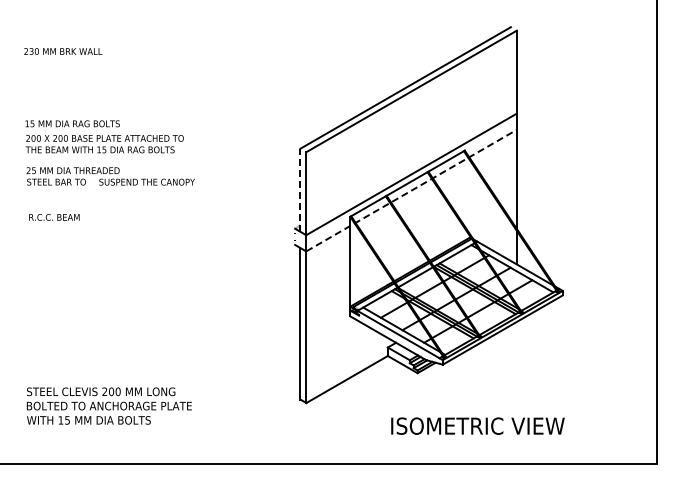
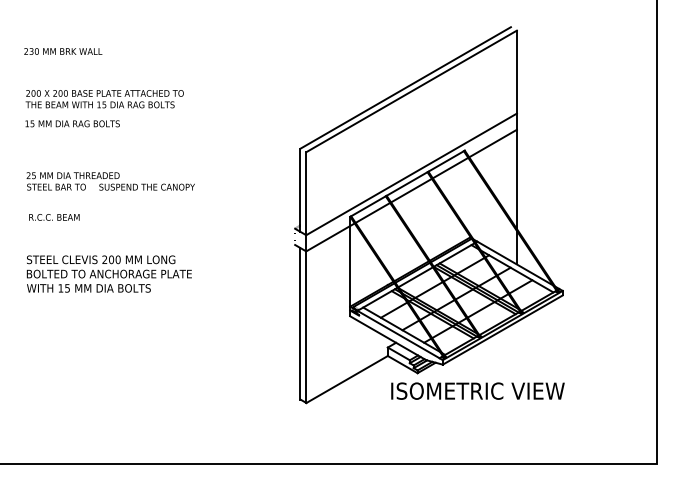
text at (104, 144) position: (104, 144) -> (104, 99)
text at (110, 176) position: (110, 176) -> (110, 181)
line at (300, 190): dashed -> solid
line at (411, 190): dashed -> solid
text at (108, 405) position: (108, 405) -> (108, 273)
text at (477, 425) position: (477, 425) -> (477, 390)
